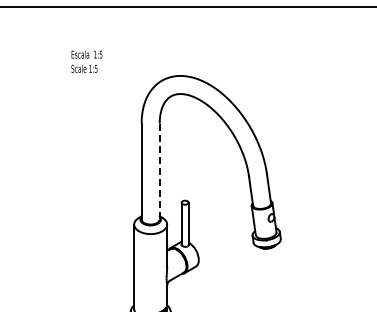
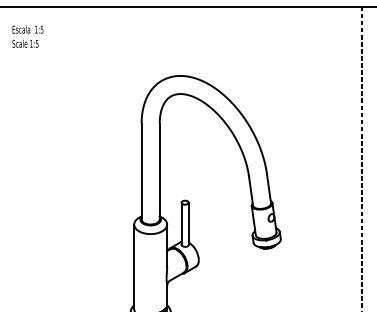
text at (86, 61) position: (86, 61) -> (27, 36)
line at (361, 157): none -> present
line at (159, 171): dashed -> solid
